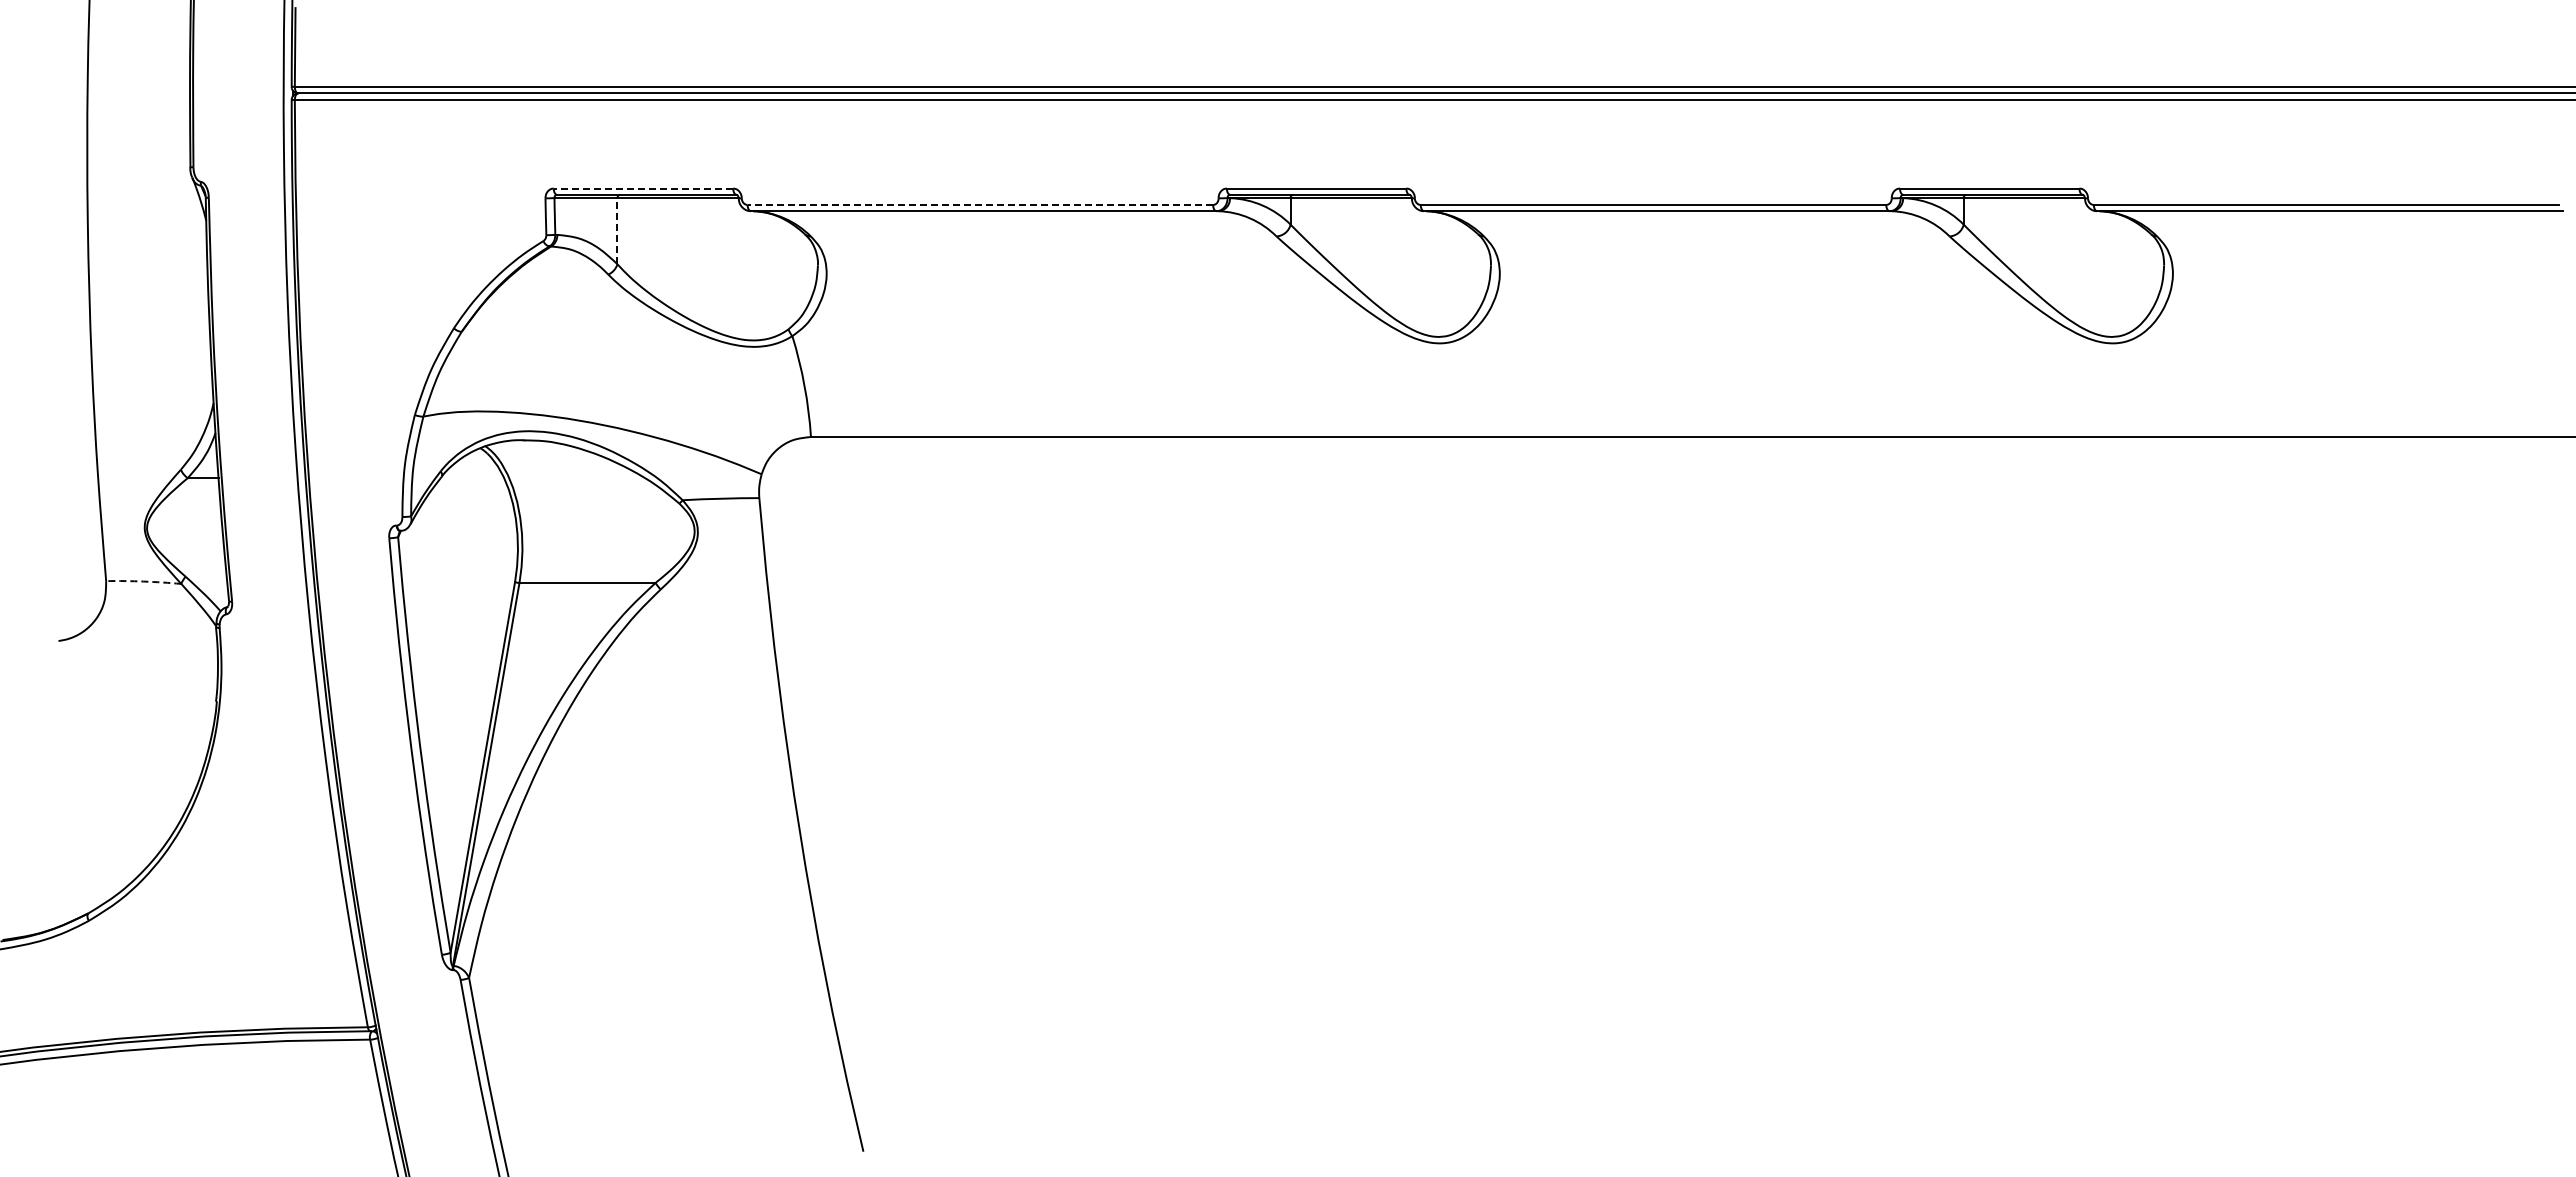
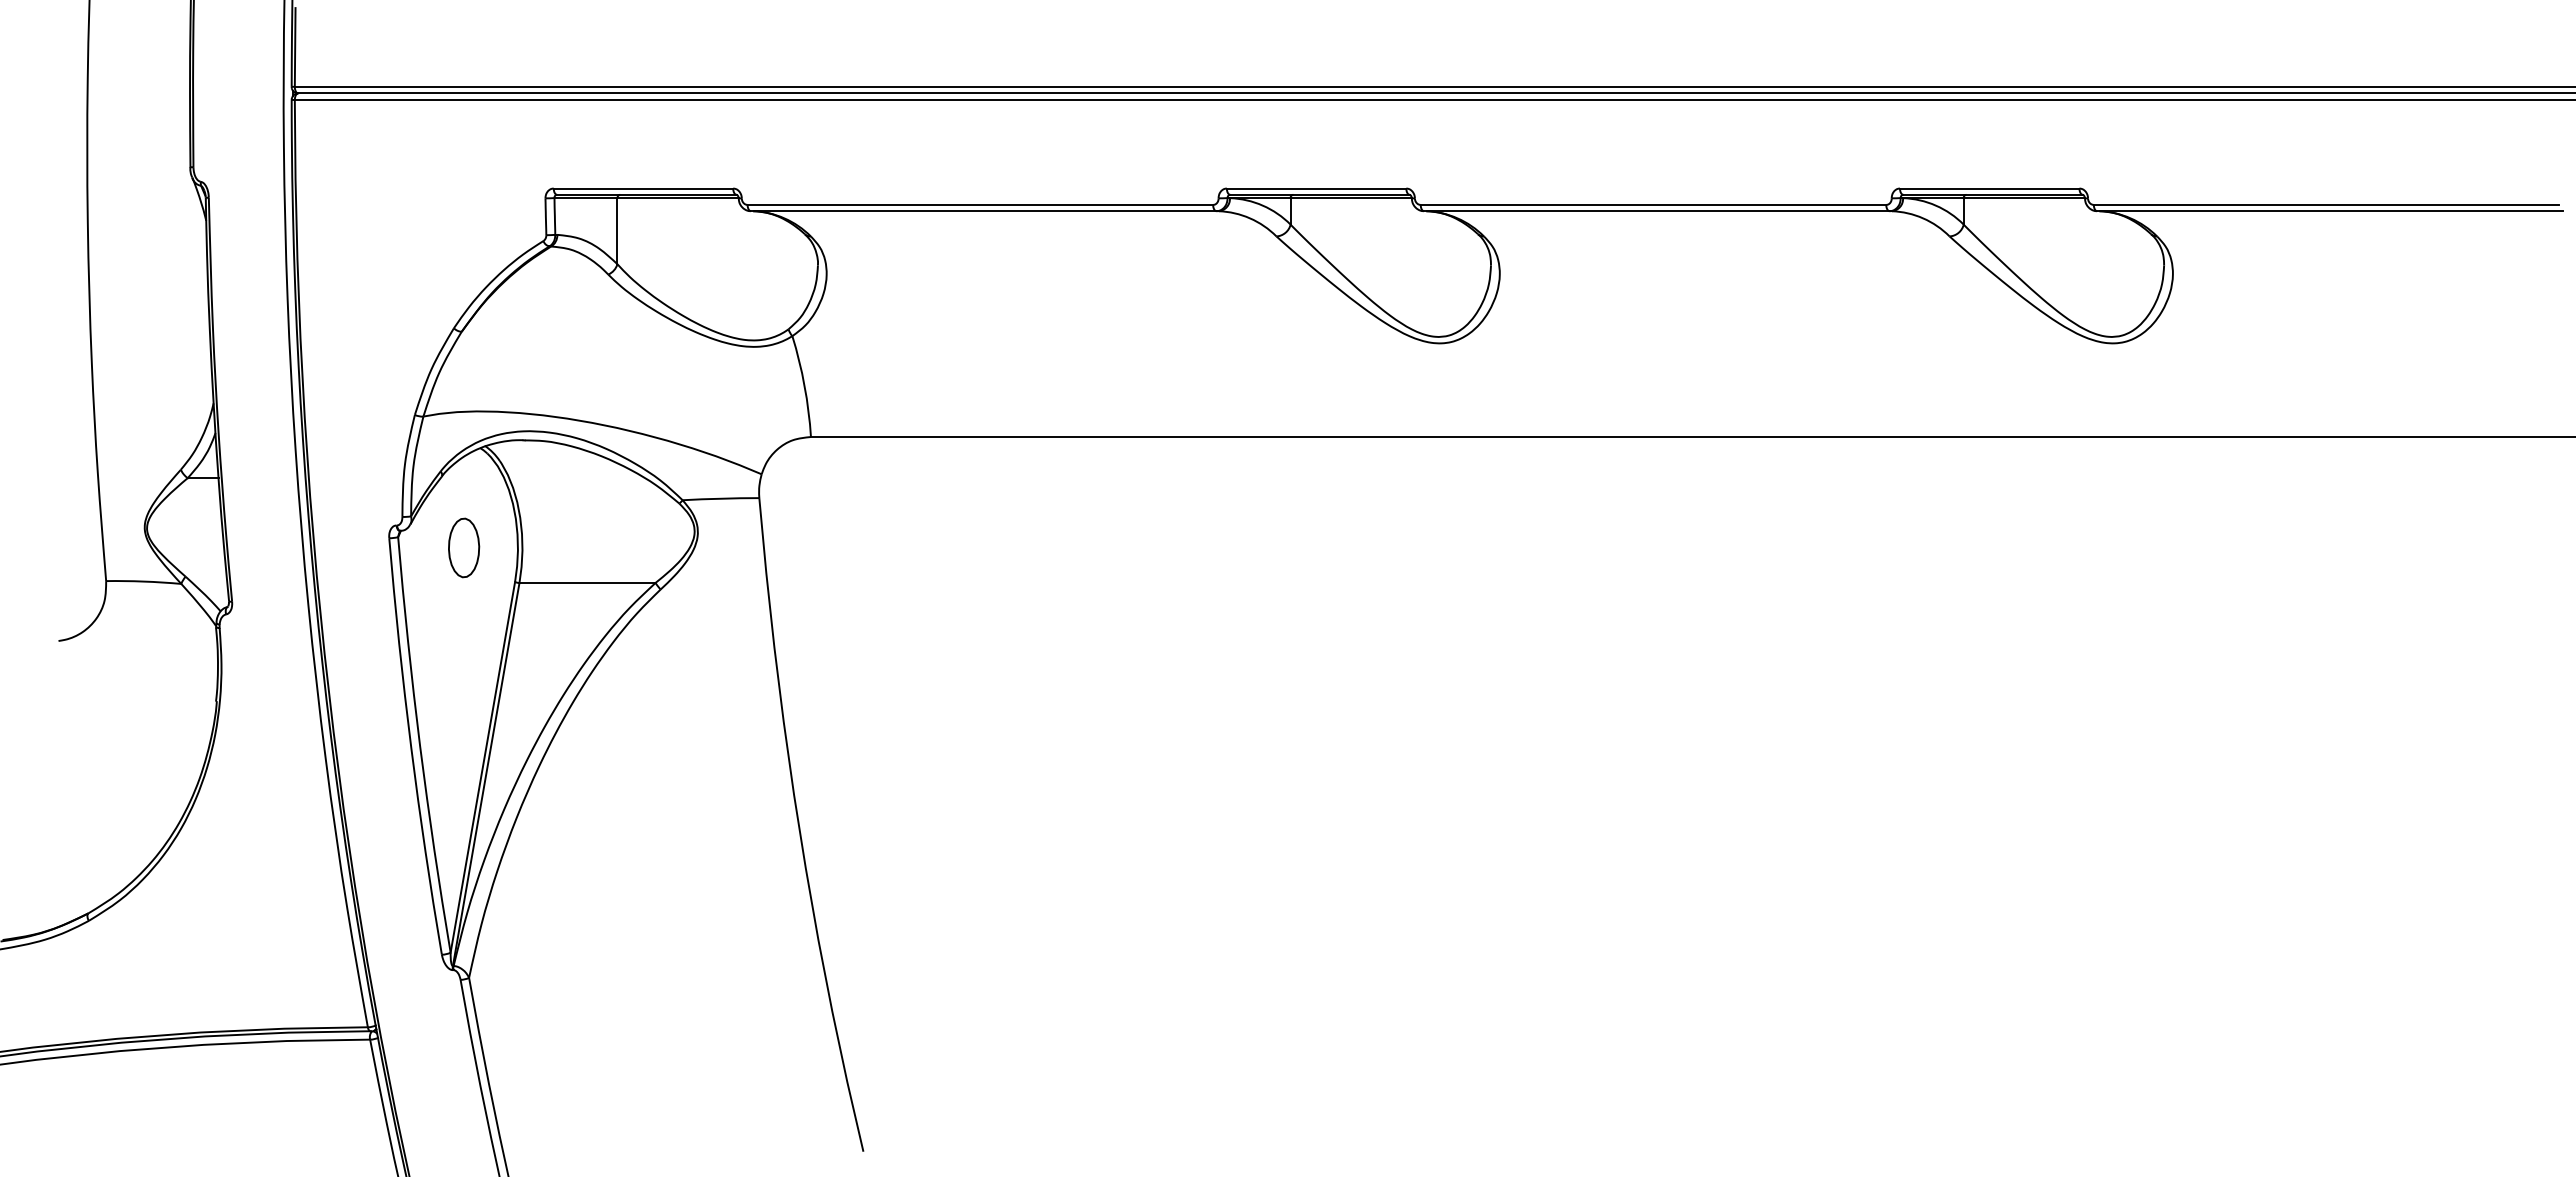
line at (643, 188): dashed -> solid
line at (980, 204): dashed -> solid
line at (617, 230): dashed -> solid
part at (464, 547): none -> present
arc at (143, 581): dashed -> solid
